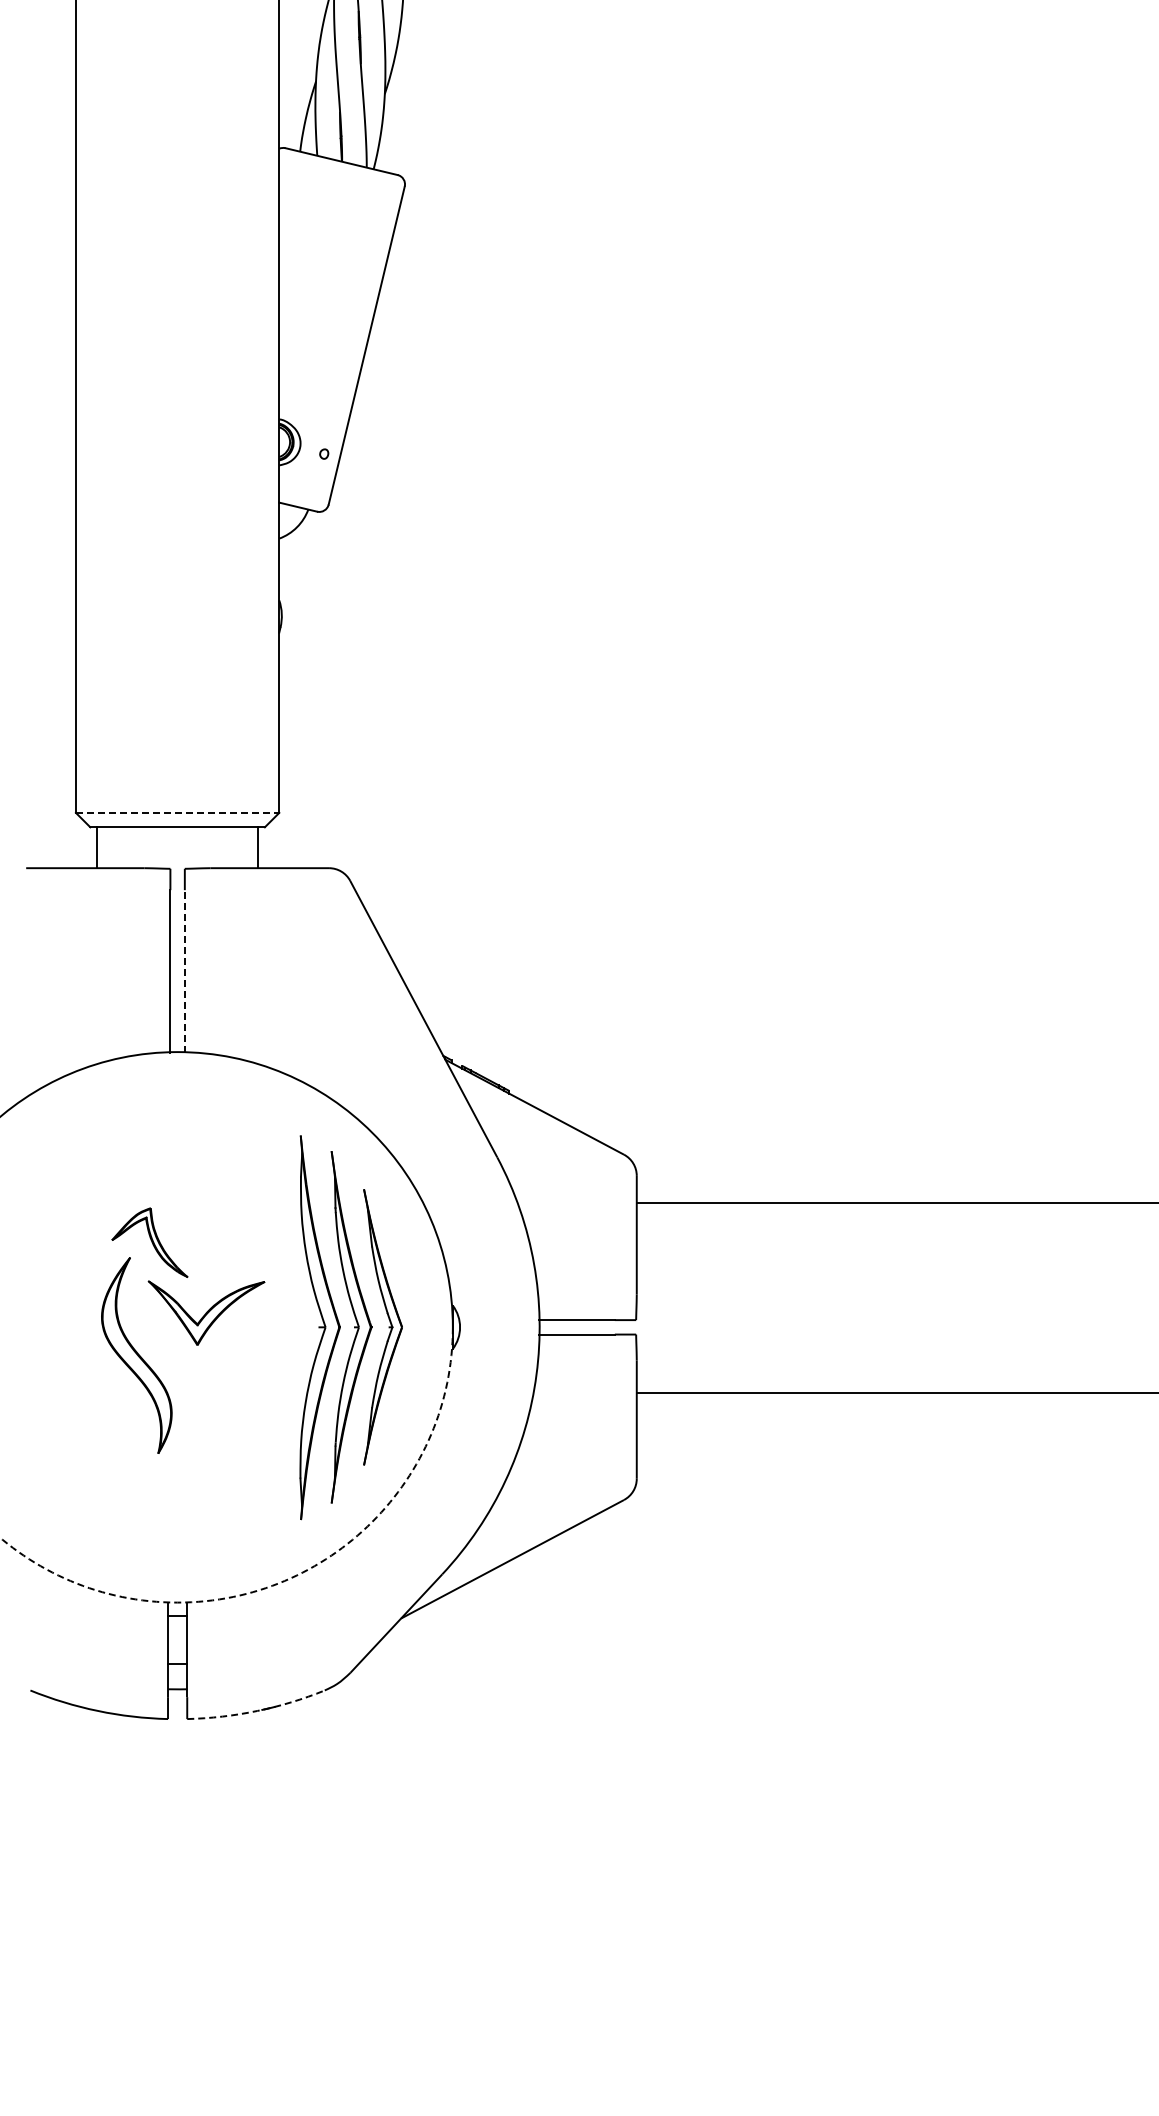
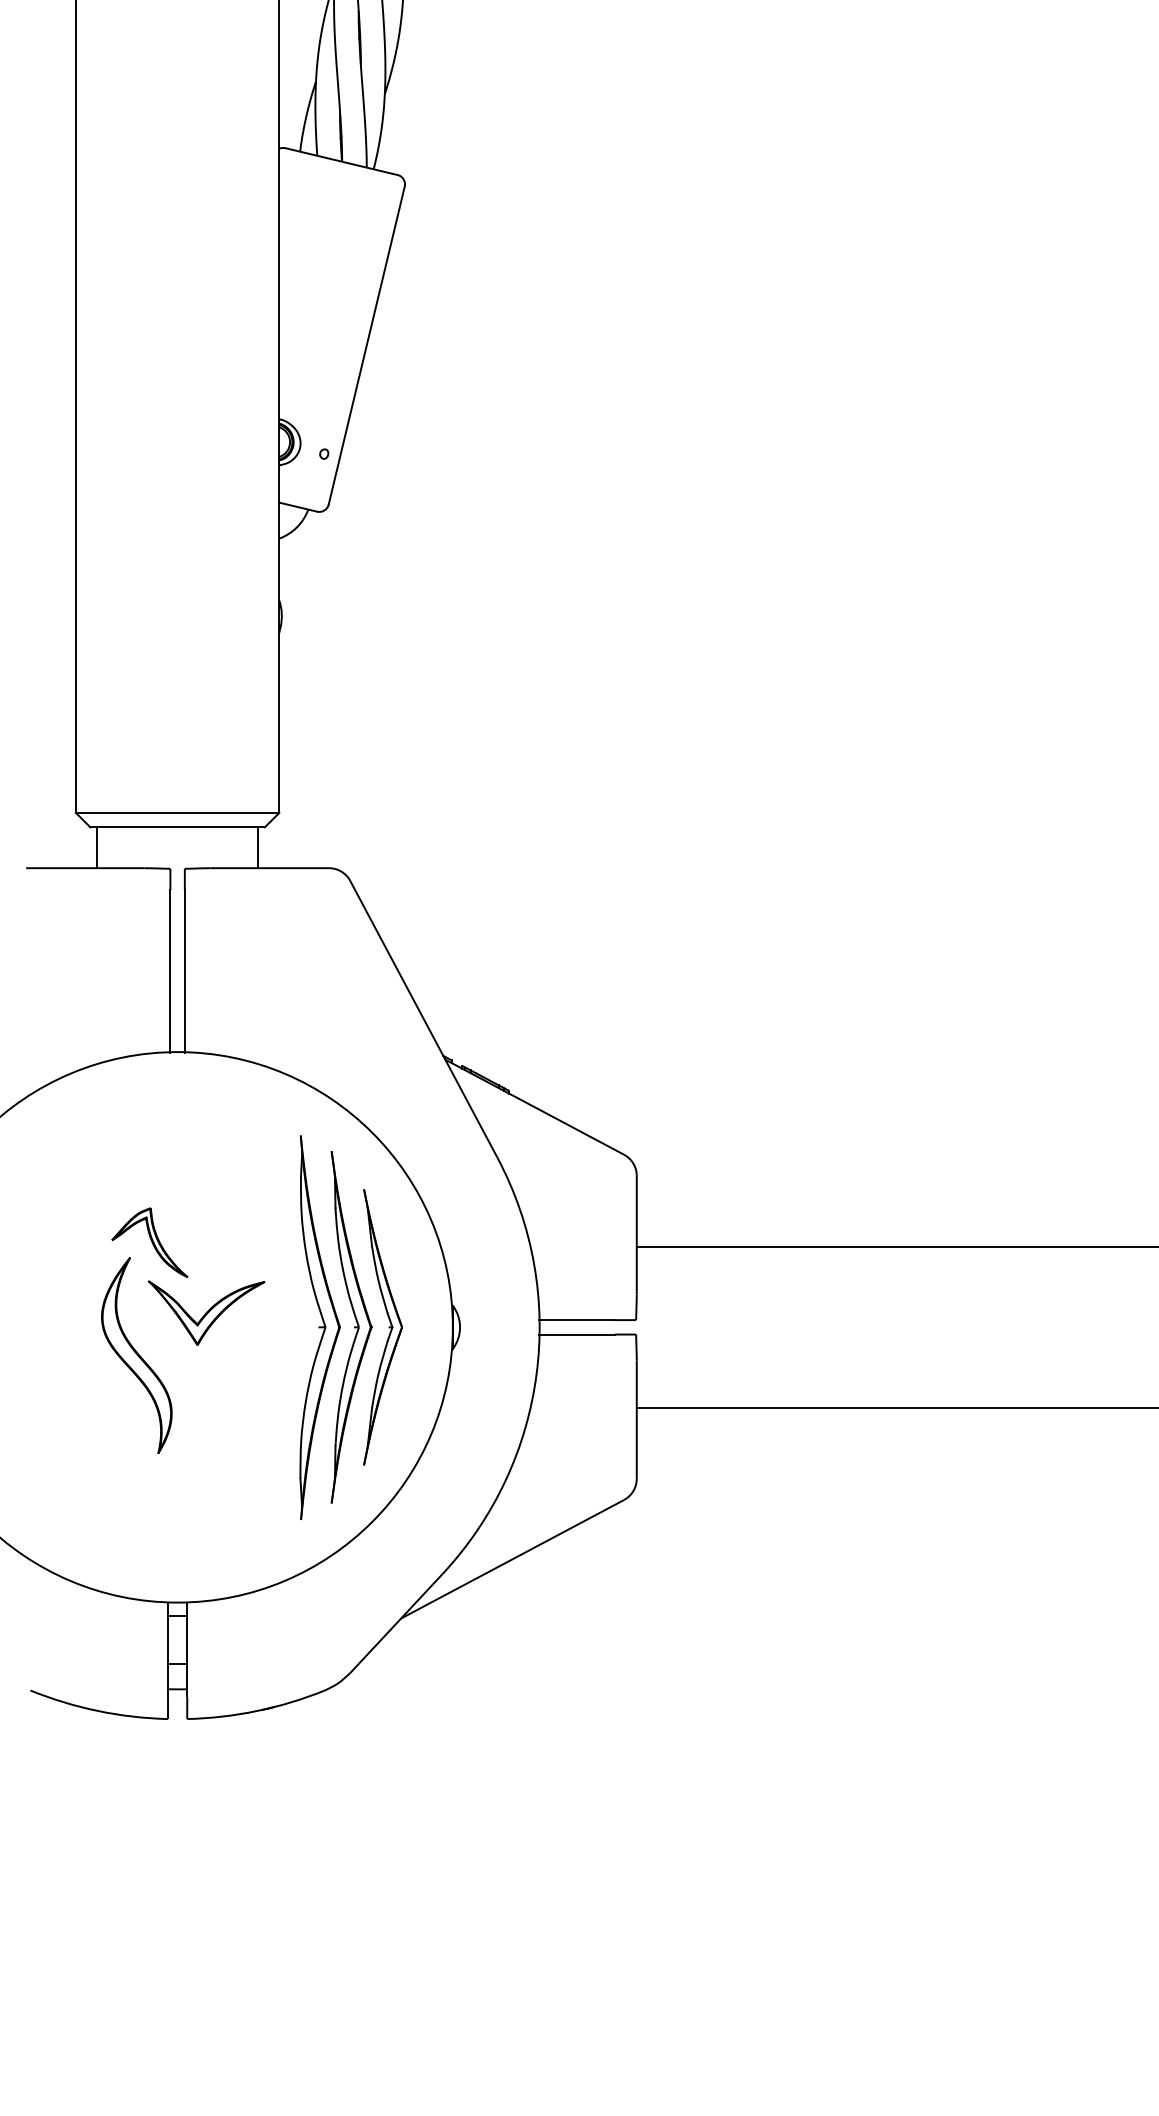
line at (177, 812): dashed -> solid
line at (184, 970): dashed -> solid
line at (895, 1202) position: (895, 1202) -> (895, 1246)
line at (895, 1392) position: (895, 1392) -> (895, 1407)
arc at (292, 1577): dashed -> solid
arc at (257, 1710): dashed -> solid
